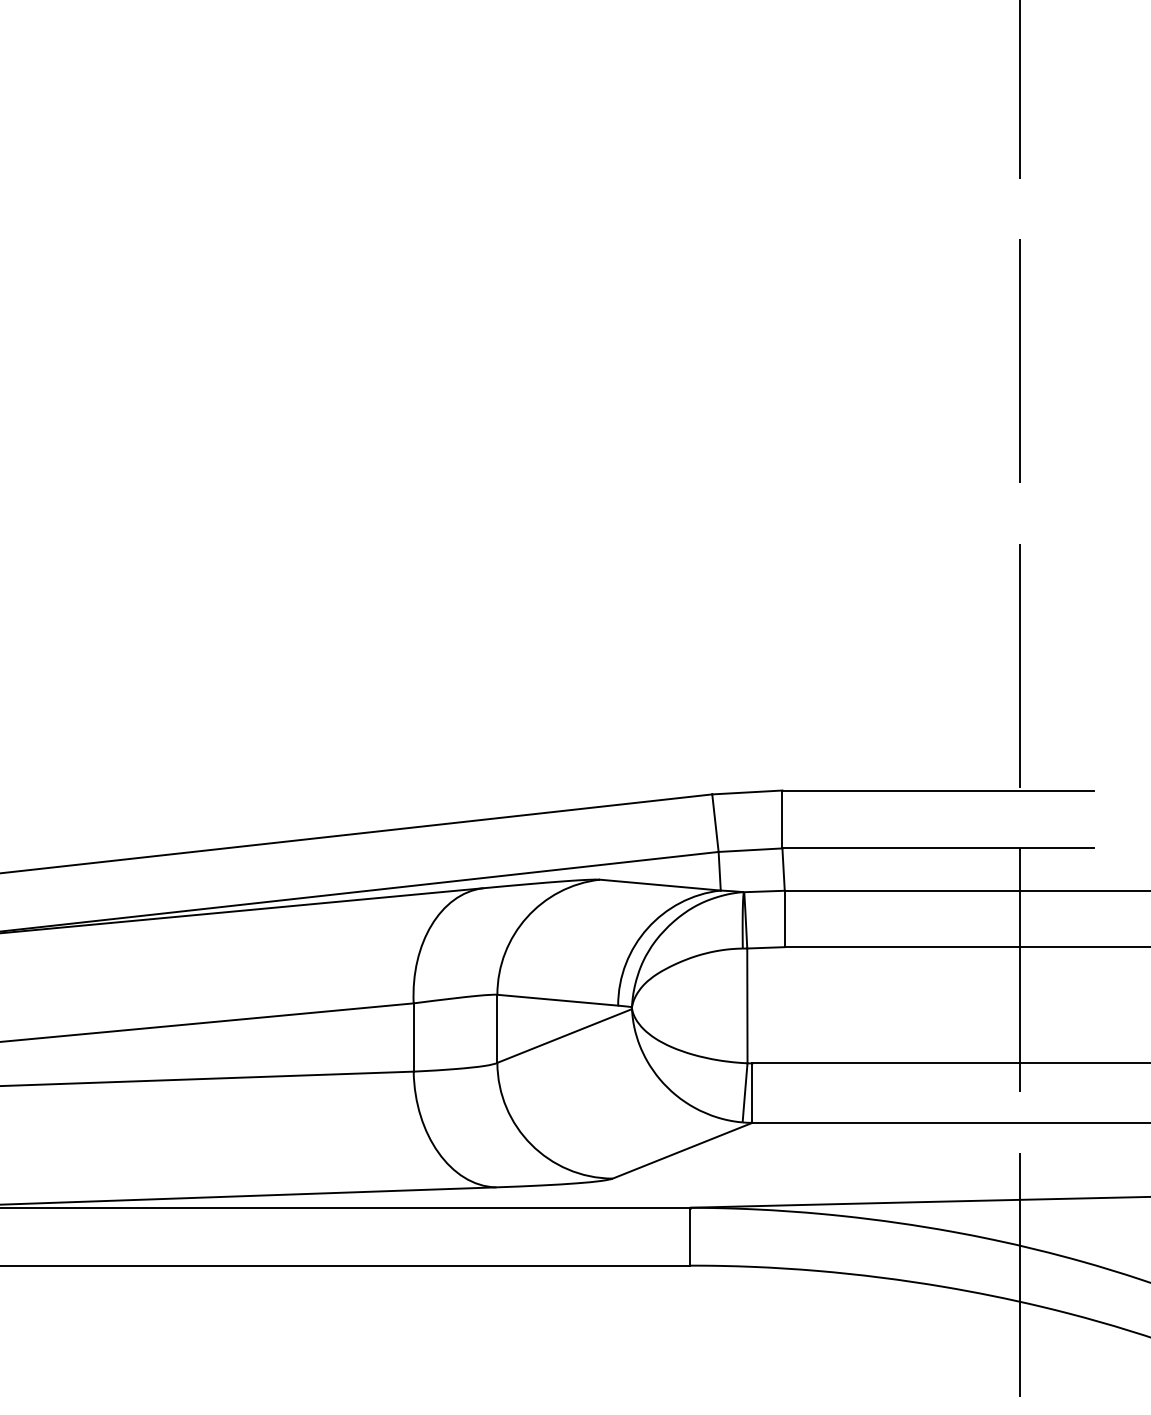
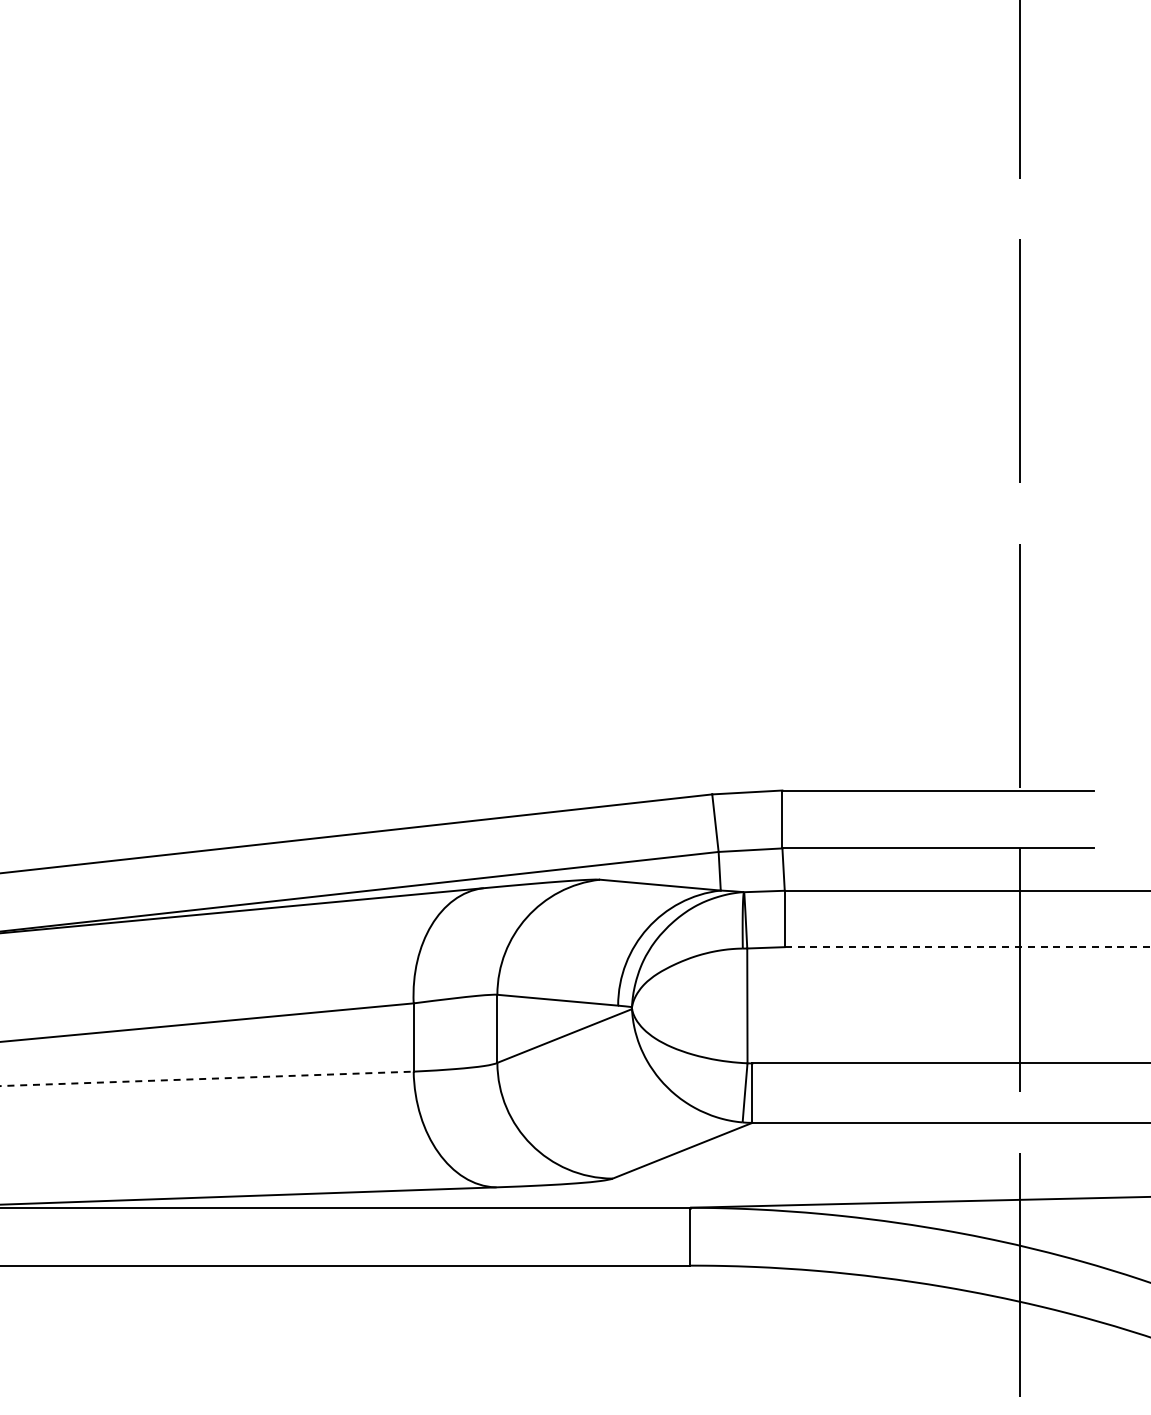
line at (967, 947): solid -> dashed
line at (206, 1078): solid -> dashed
